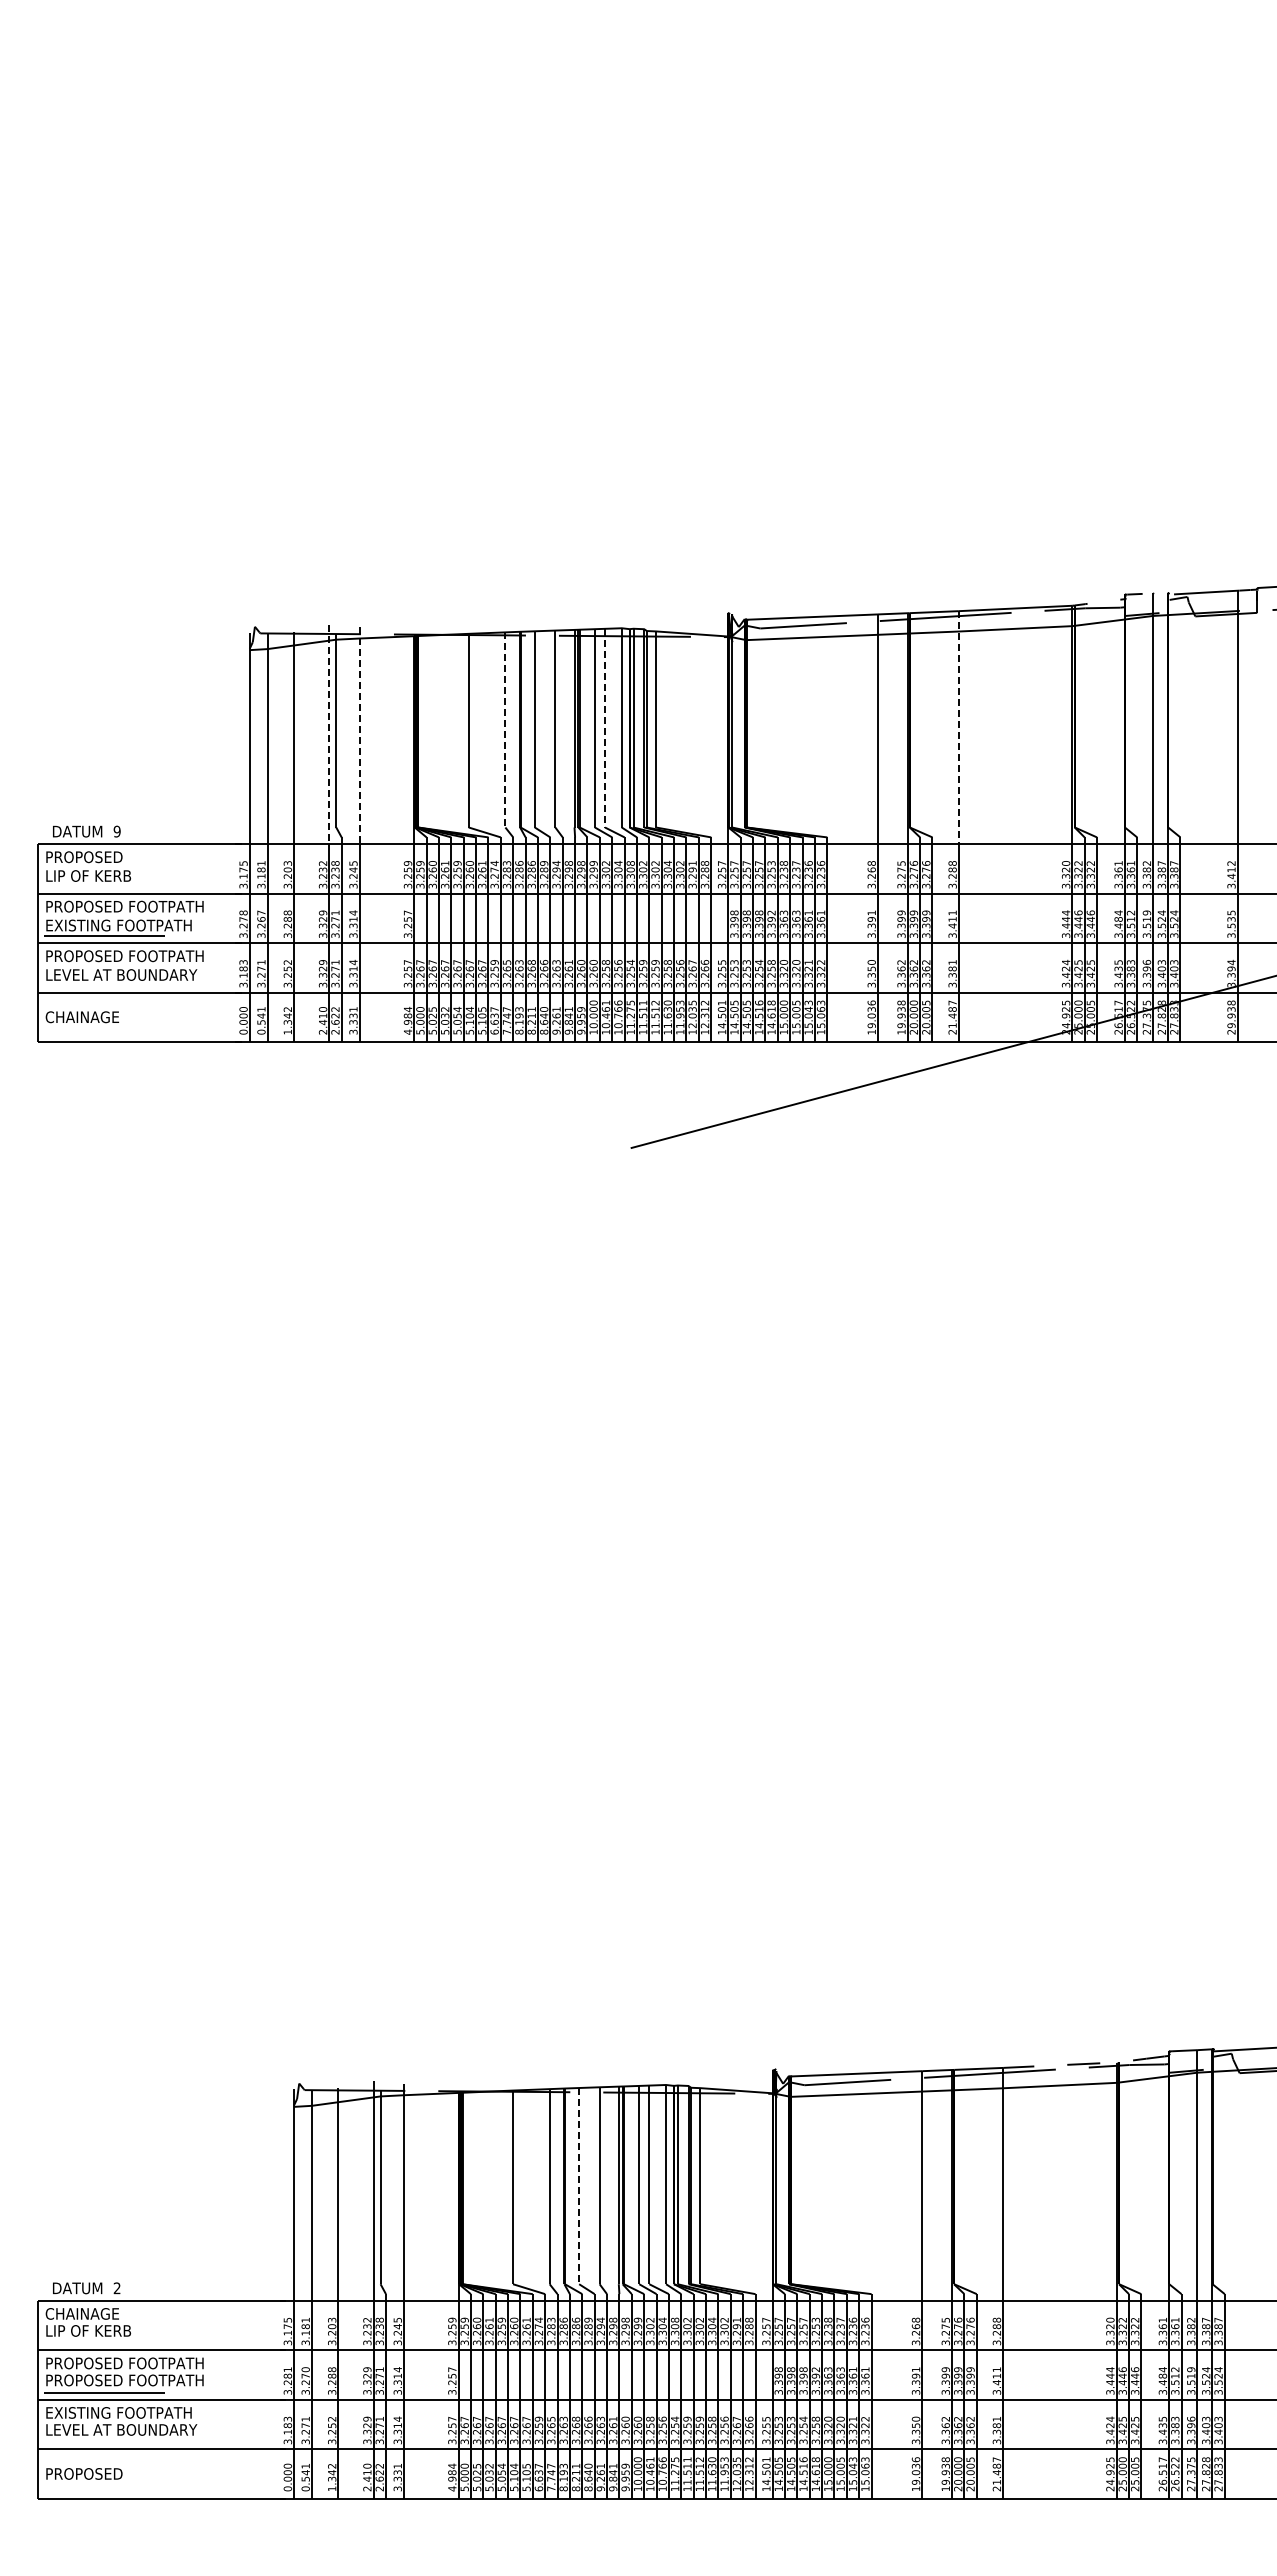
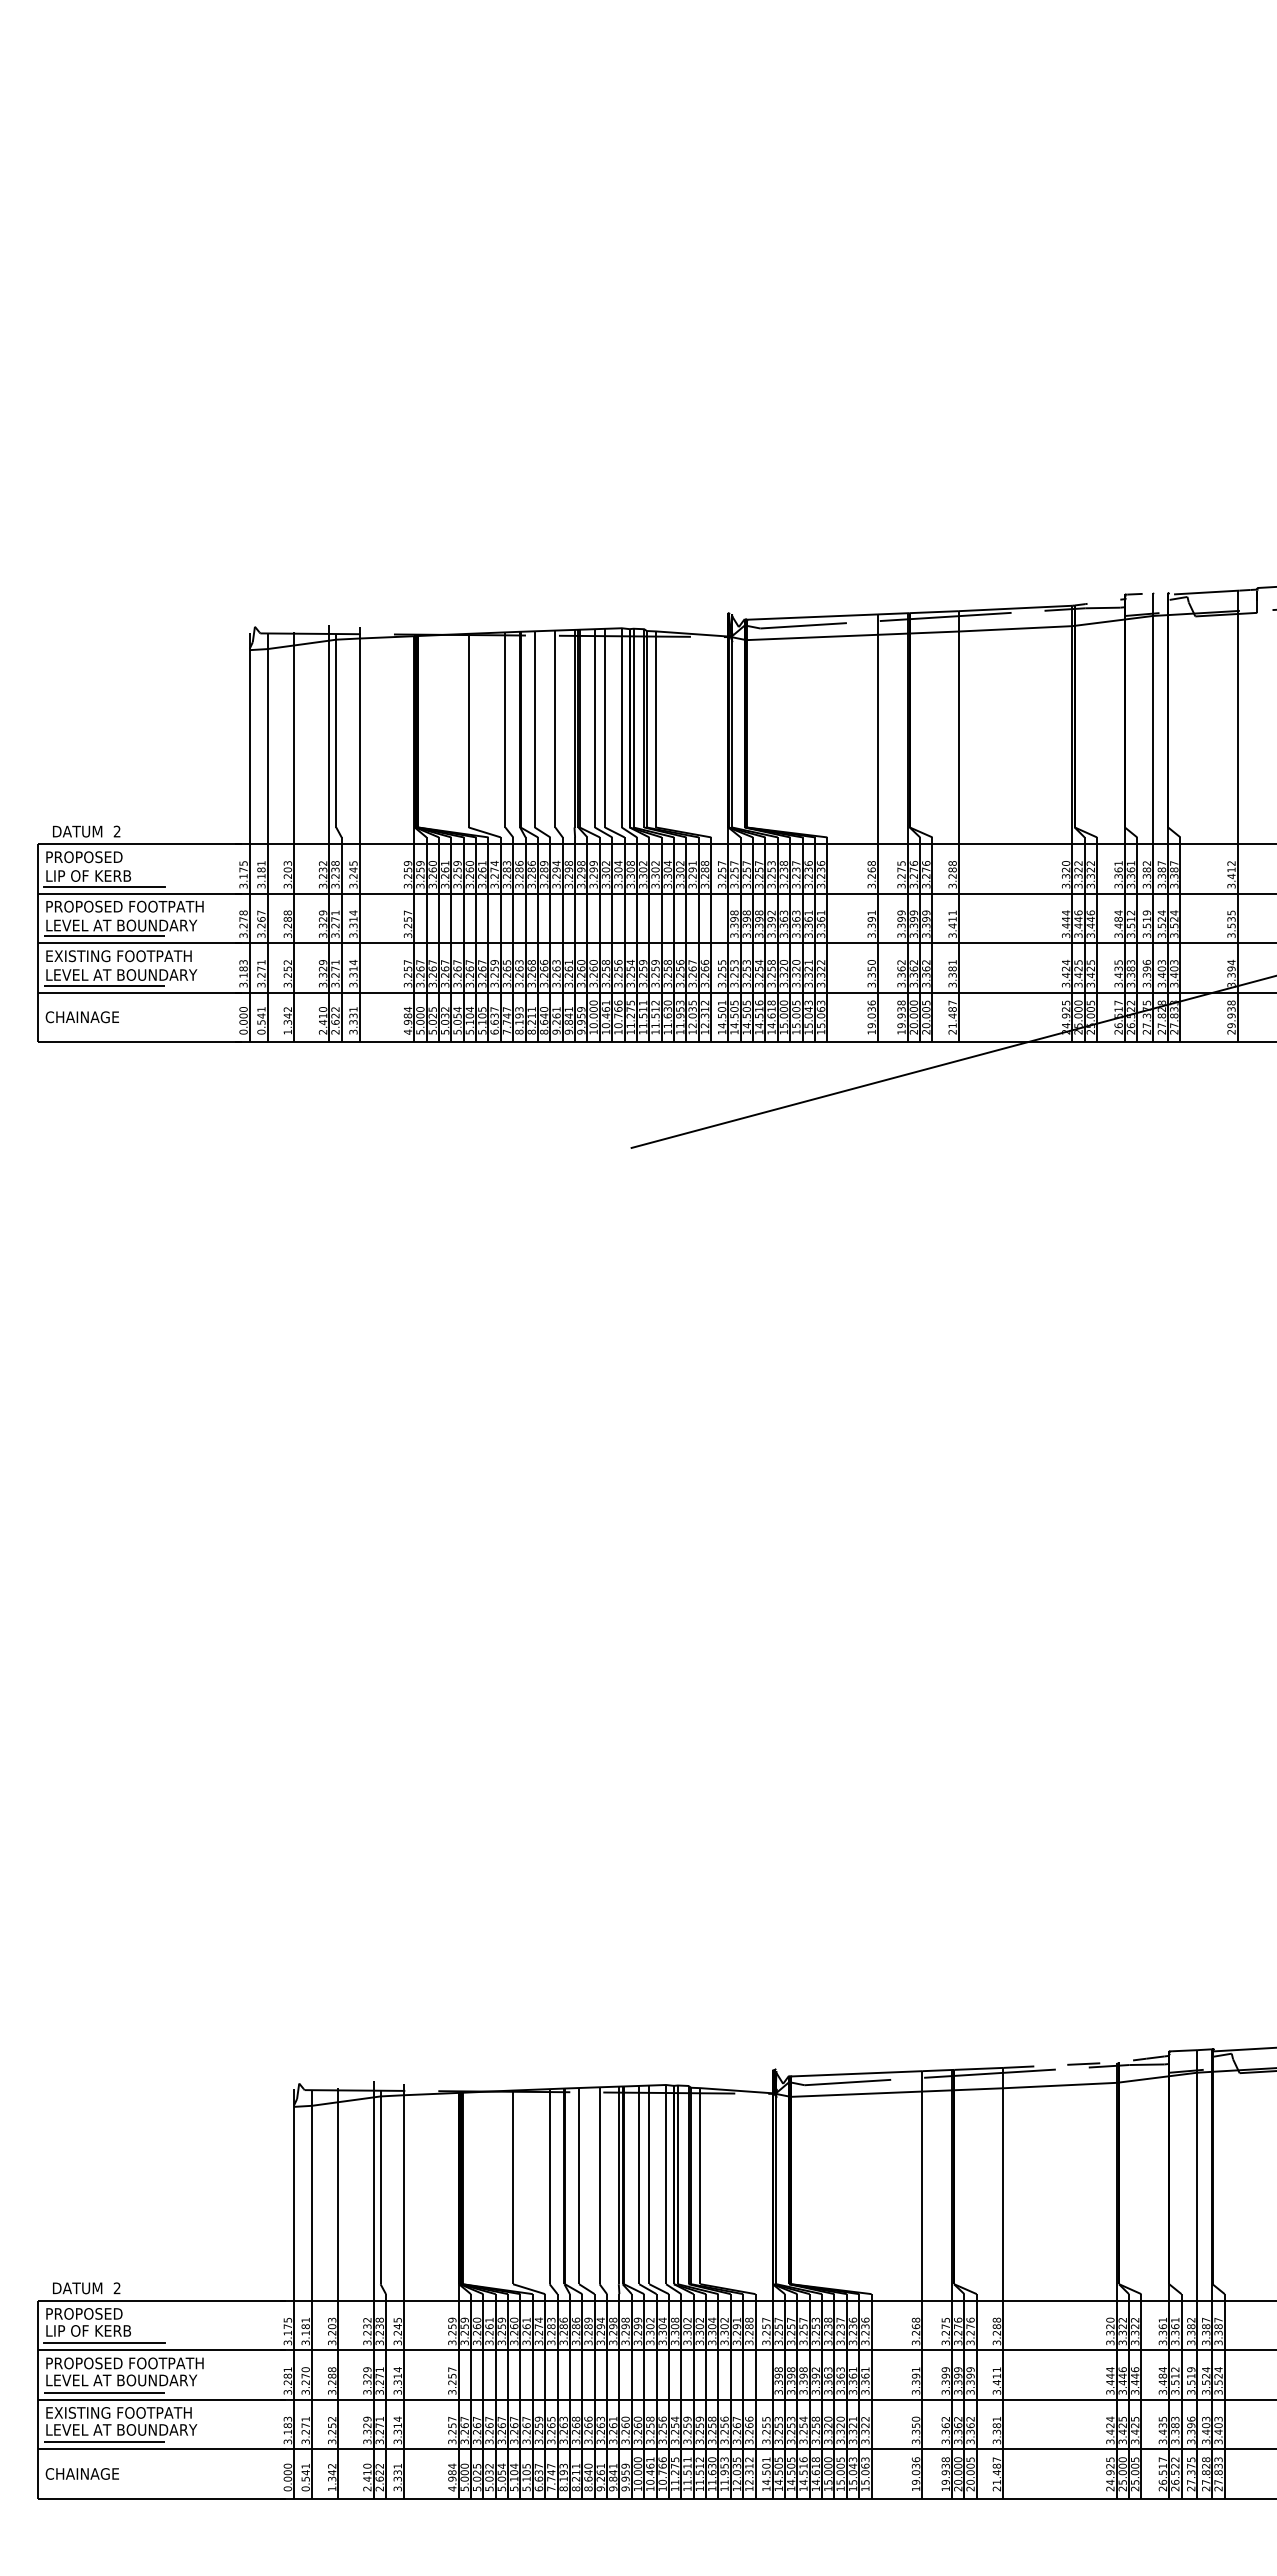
line at (605, 728): dashed -> solid
line at (958, 728): dashed -> solid
line at (505, 729): dashed -> solid
line at (329, 734): dashed -> solid
line at (359, 736): dashed -> solid
text at (116, 831): 9 -> 2
line at (103, 886): none -> present
text at (122, 925): EXISTING FOOTPATH -> LEVEL AT BOUNDARY
text at (125, 956): PROPOSED FOOTPATH -> EXISTING FOOTPATH
line at (103, 985): none -> present
line at (579, 2186): dashed -> solid
text at (83, 2313): CHAINAGE -> PROPOSED
line at (103, 2343): none -> present
text at (125, 2380): PROPOSED FOOTPATH -> LEVEL AT BOUNDARY
line at (103, 2442): none -> present
text at (83, 2473): PROPOSED -> CHAINAGE
